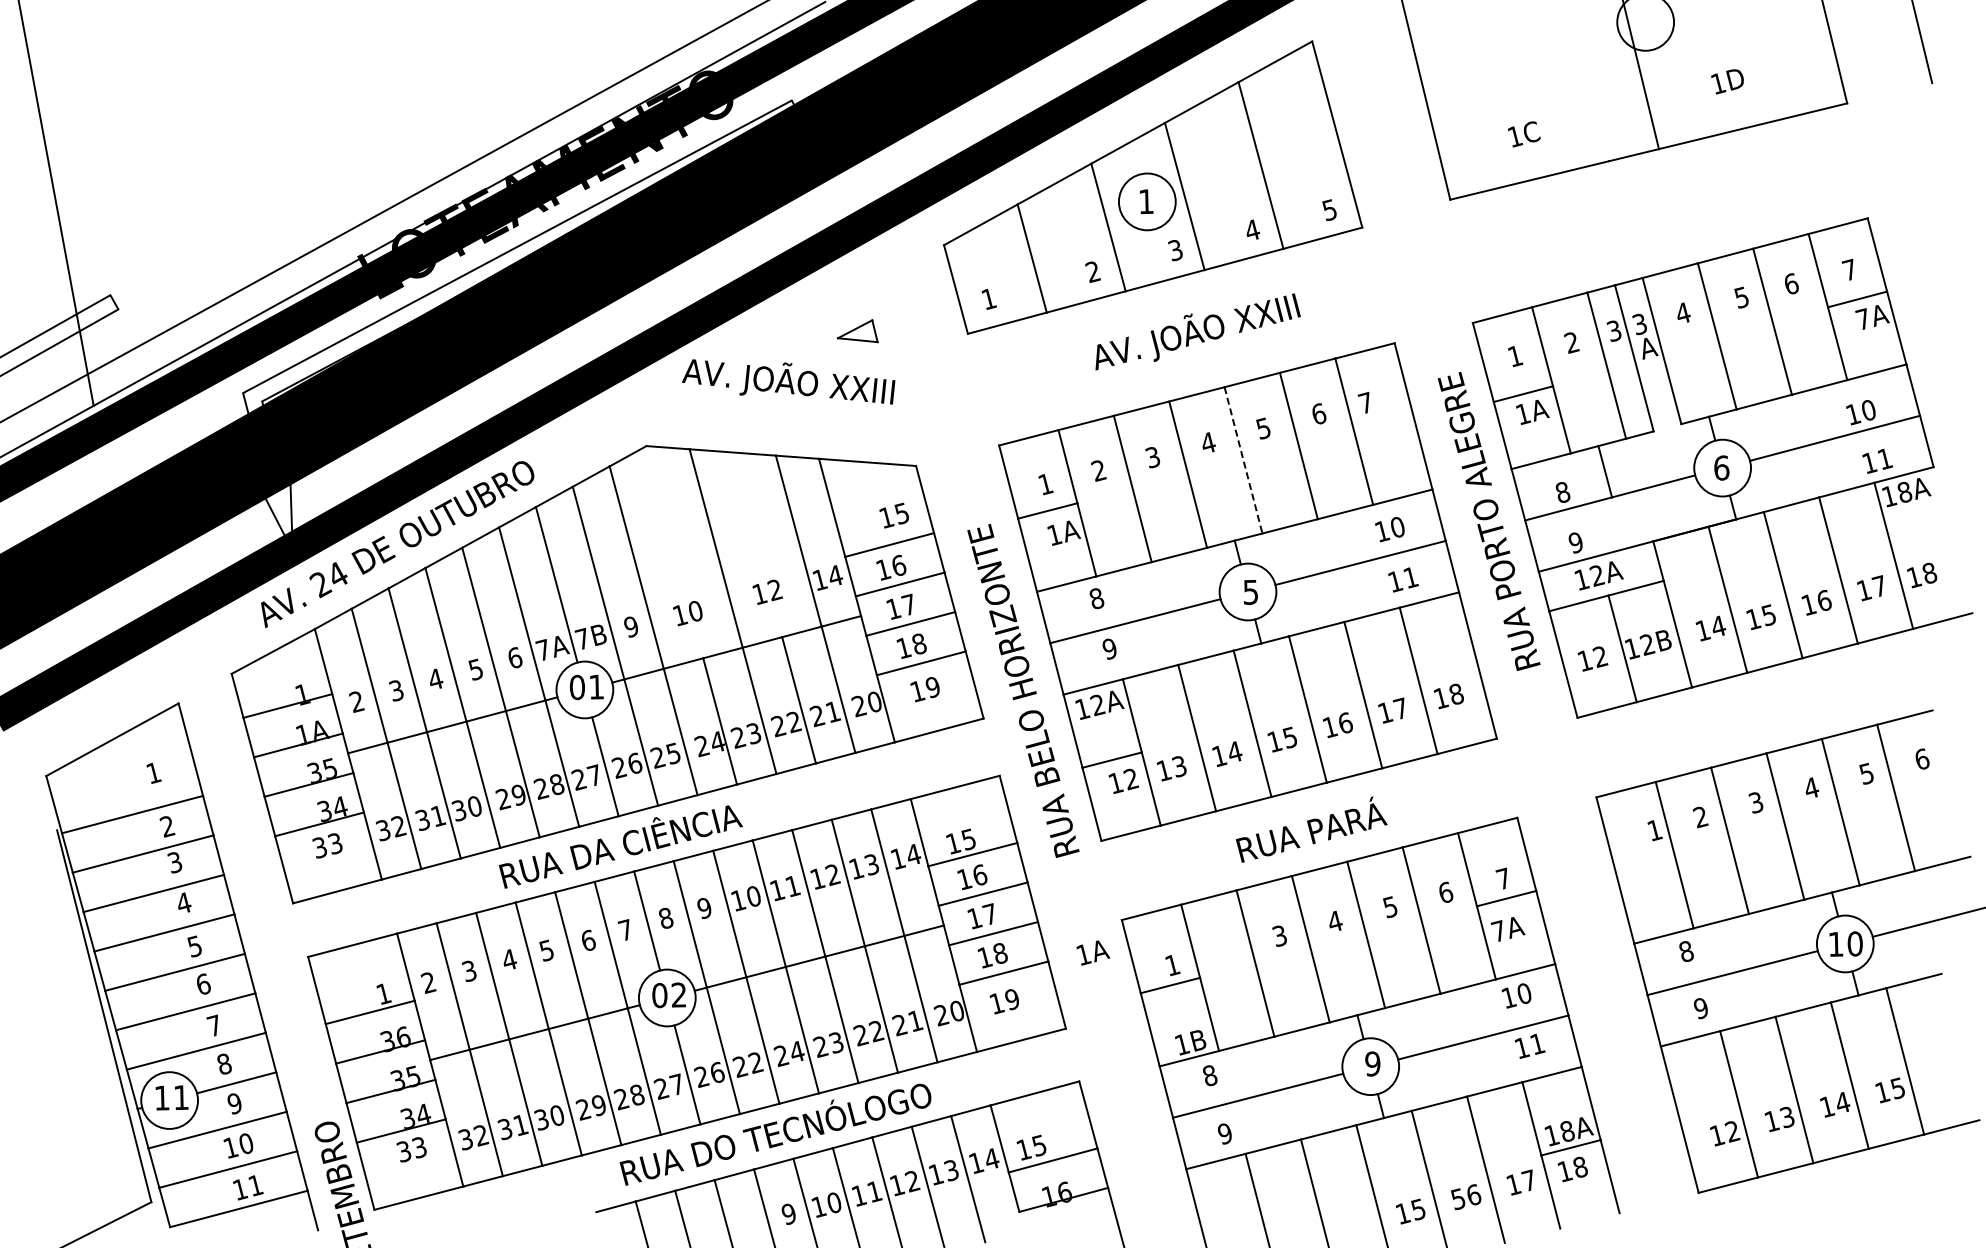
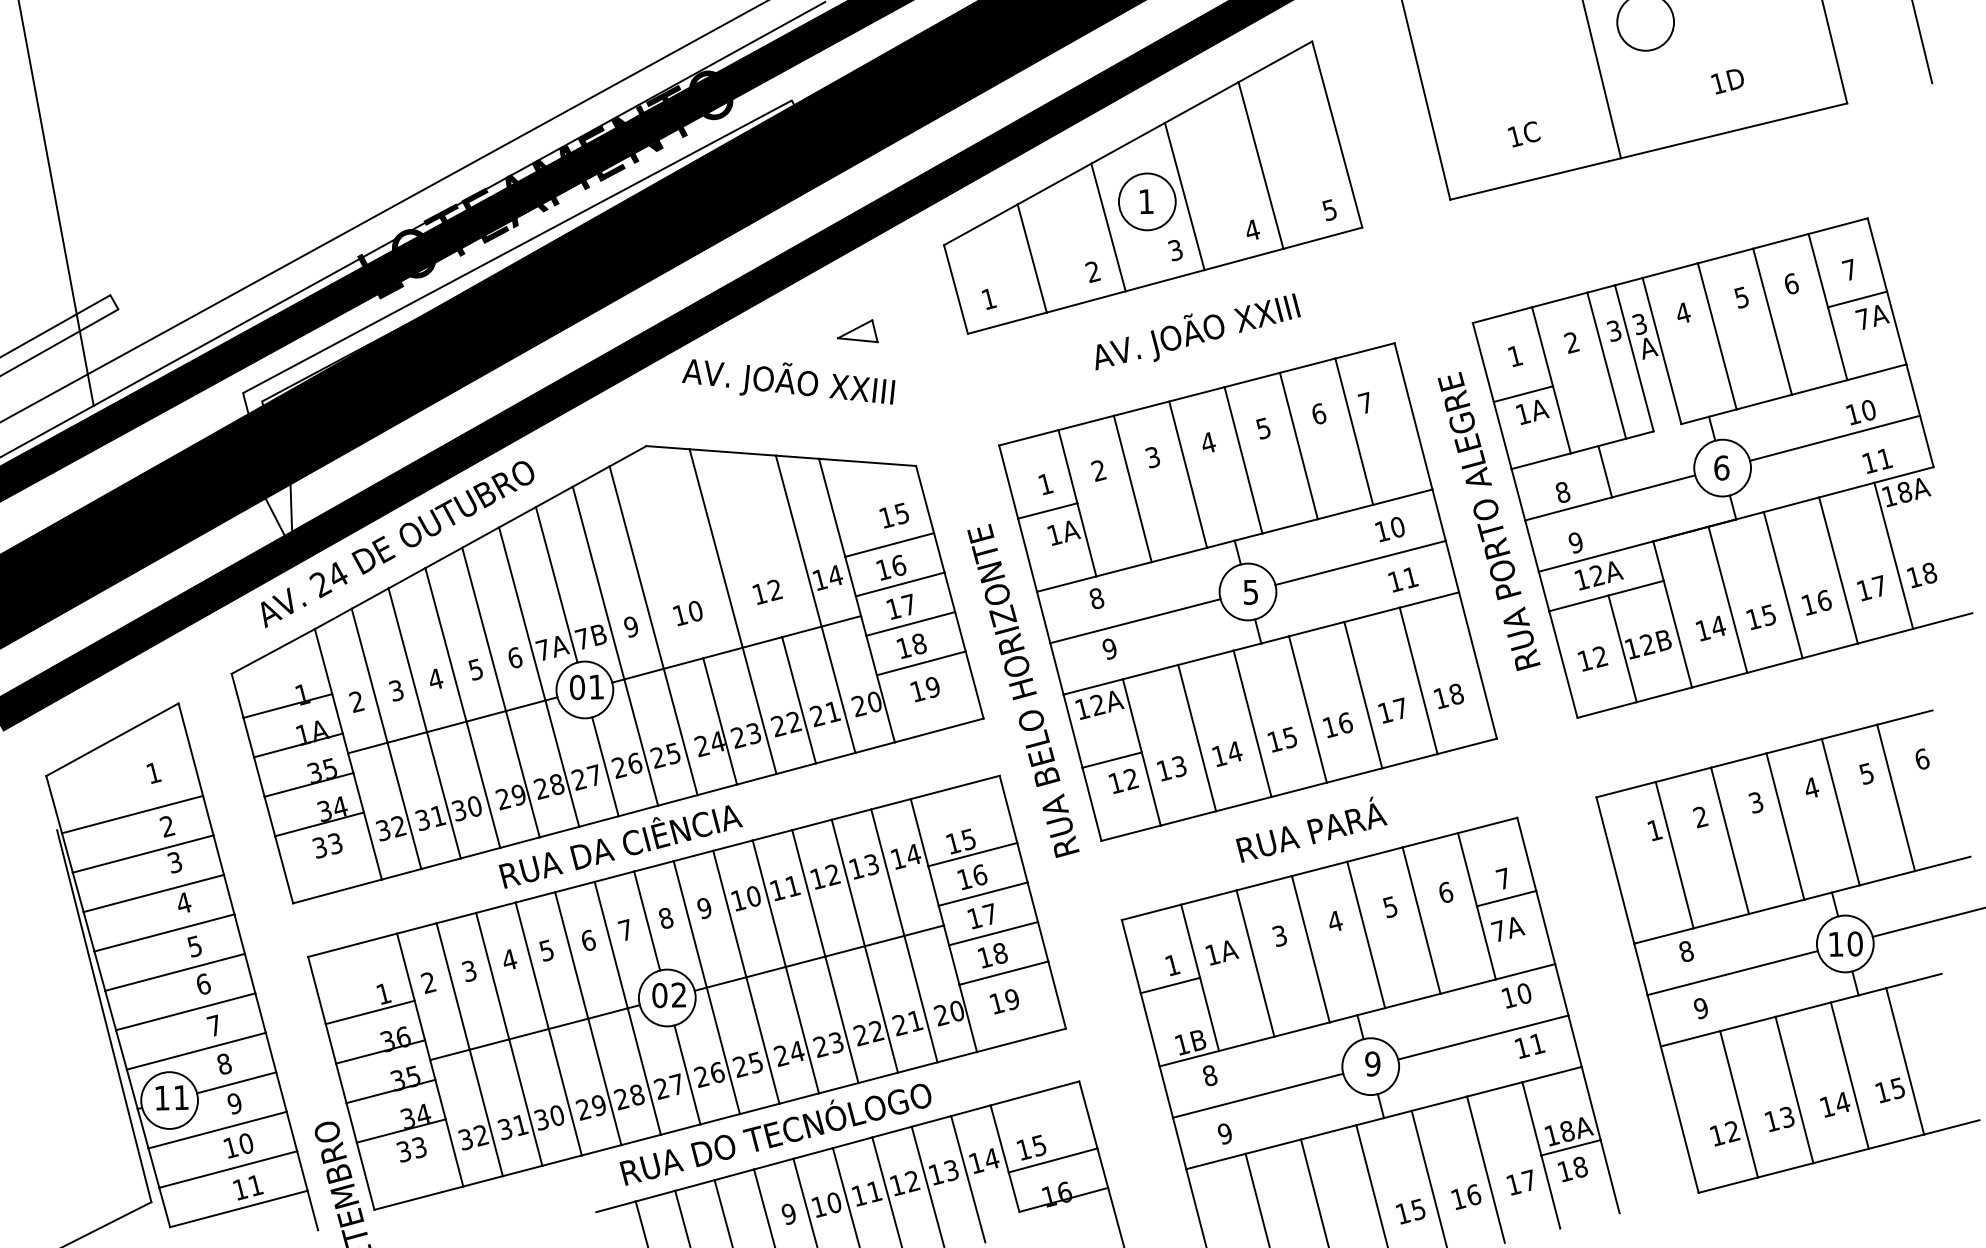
line at (1641, 75) position: (1641, 75) -> (1602, 80)
line at (1243, 460): dashed -> solid
text at (1093, 952) position: (1093, 952) -> (1222, 952)
text at (755, 1062): 22 -> 25
text at (1458, 1198): 56 -> 16
